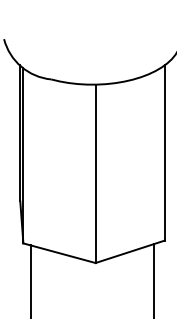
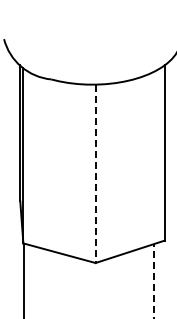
line at (95, 174): solid -> dashed
line at (30, 280) position: (30, 280) -> (23, 280)
line at (154, 280): solid -> dashed
